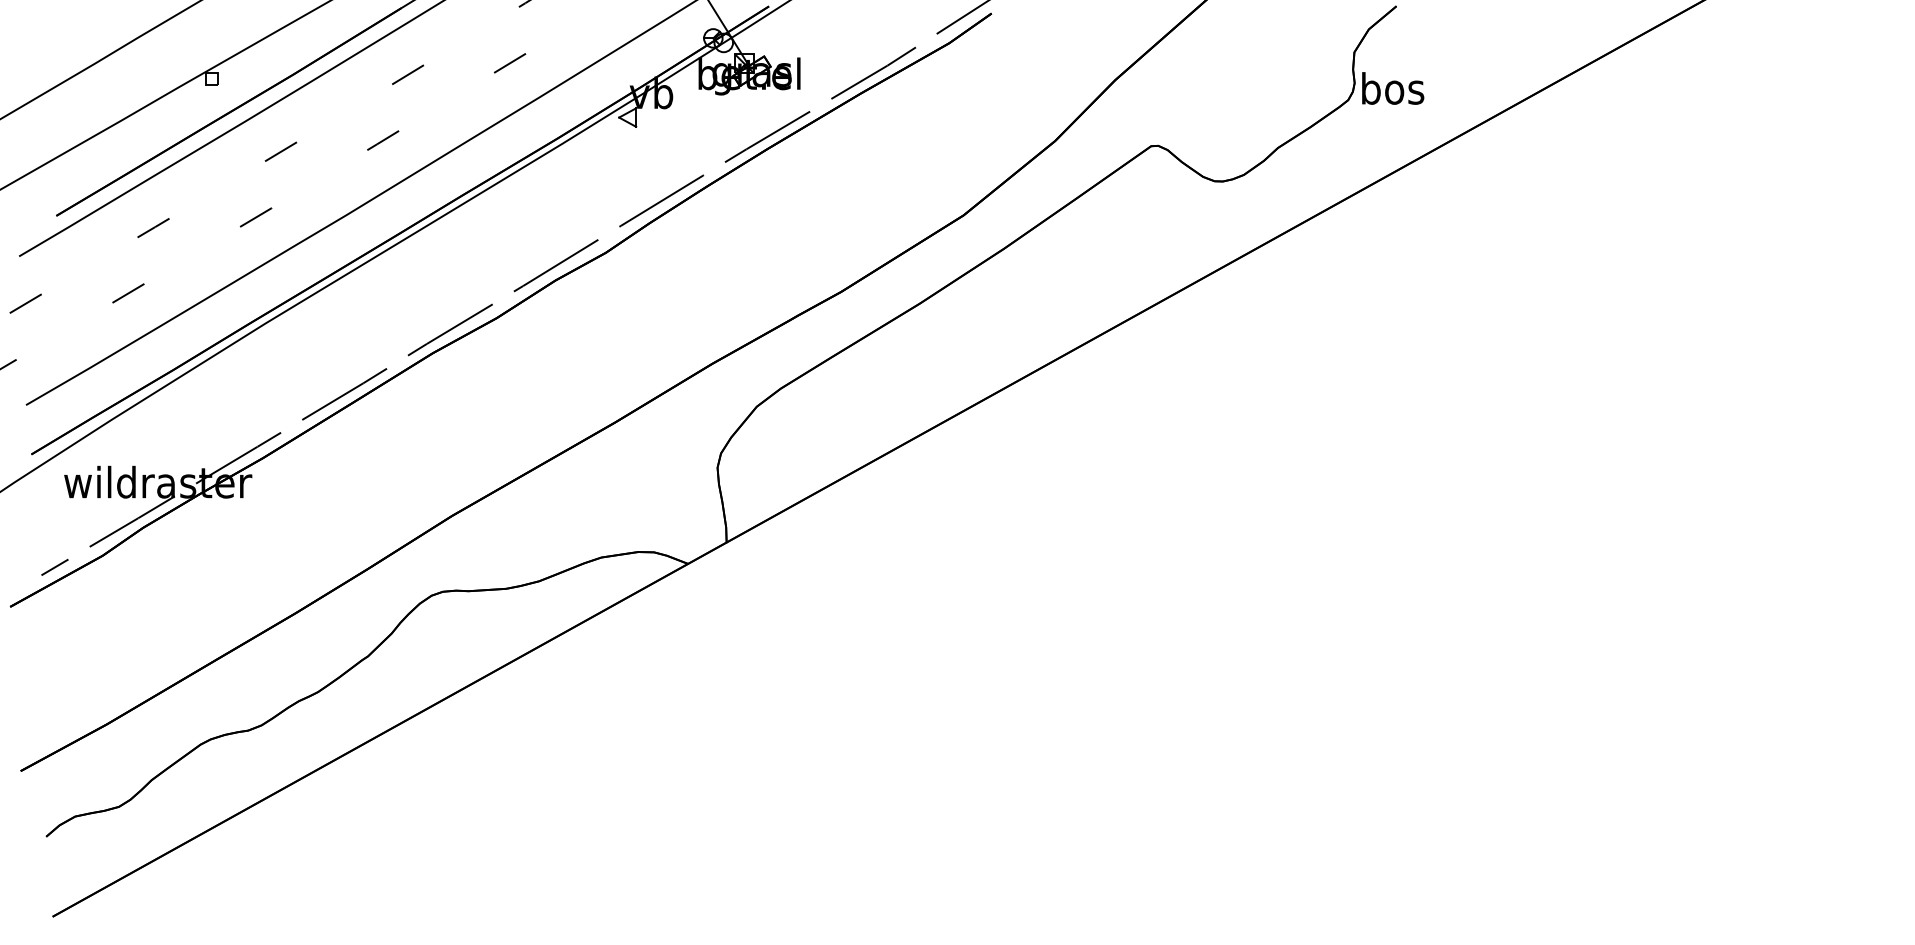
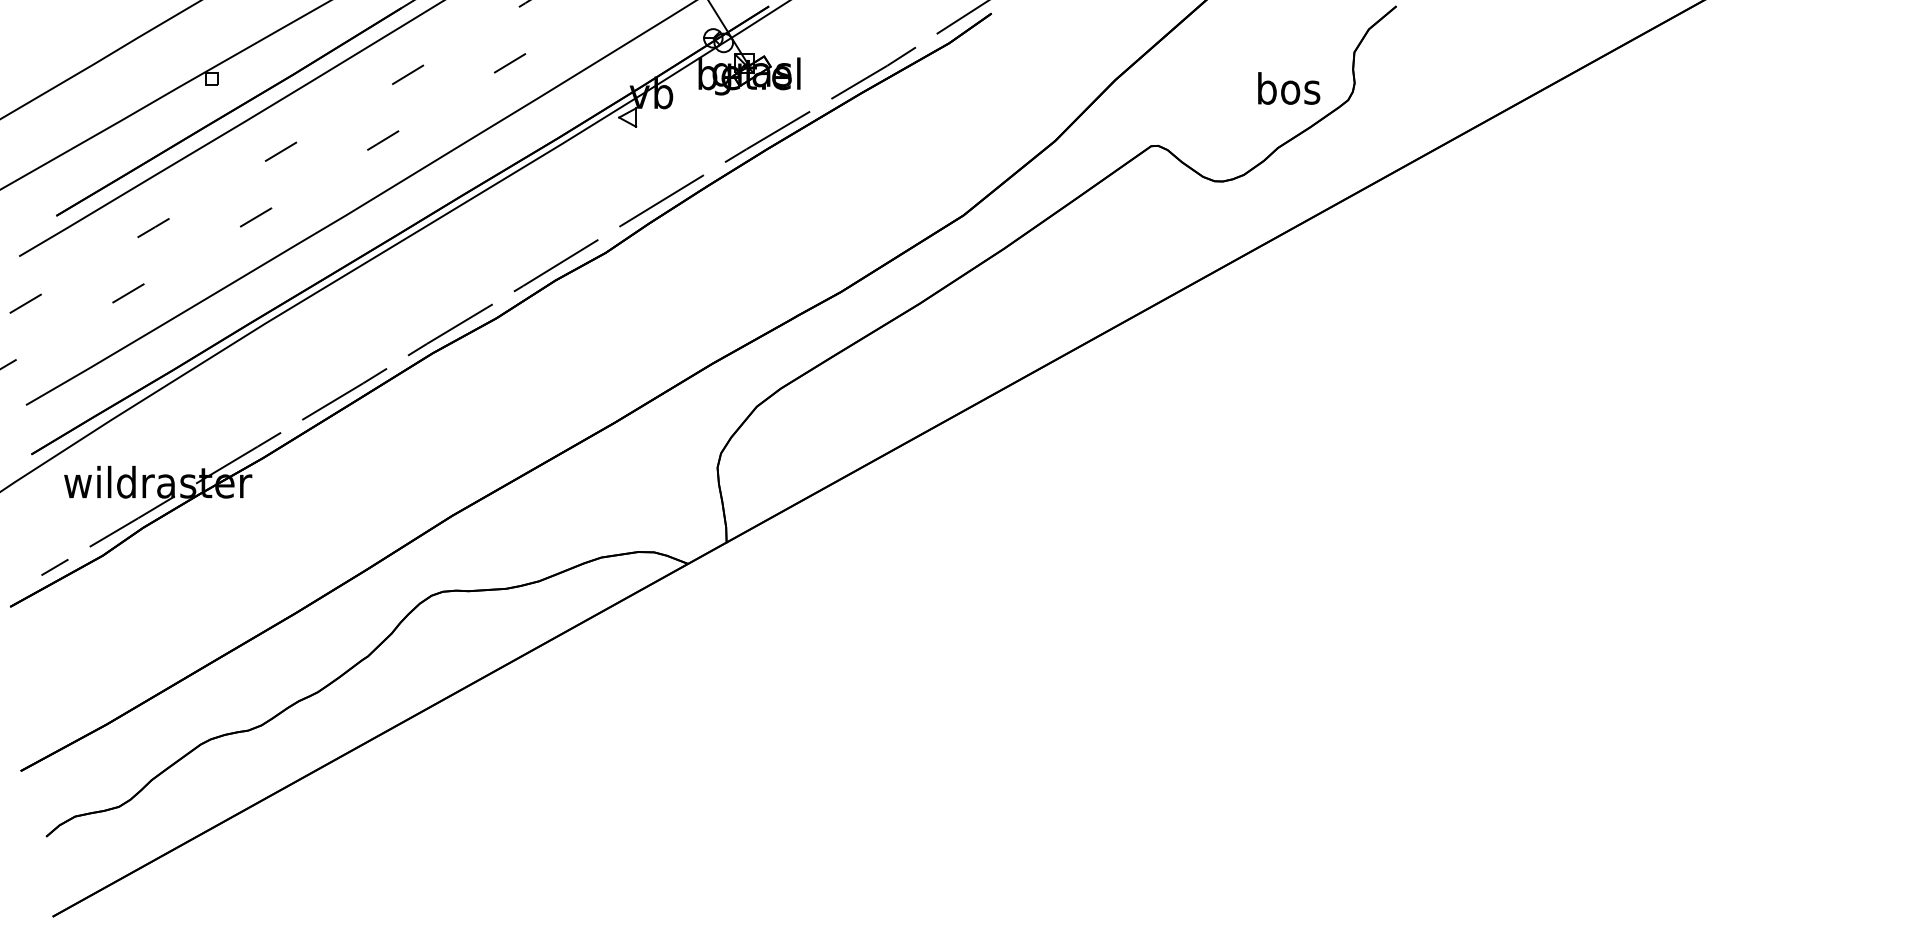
text at (1393, 88) position: (1393, 88) -> (1289, 88)
